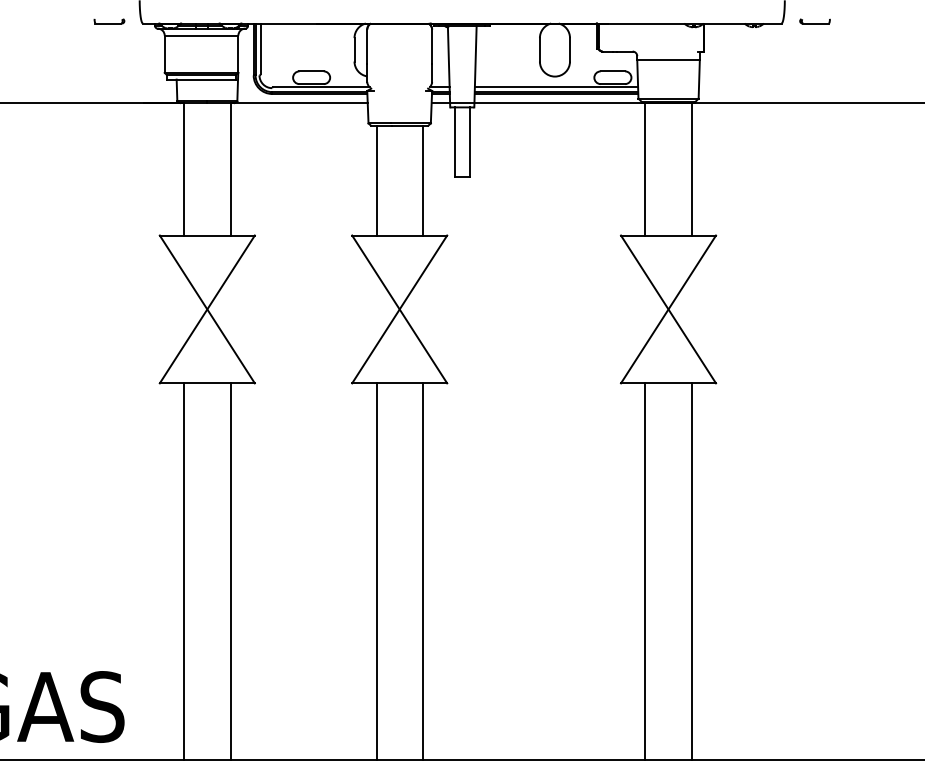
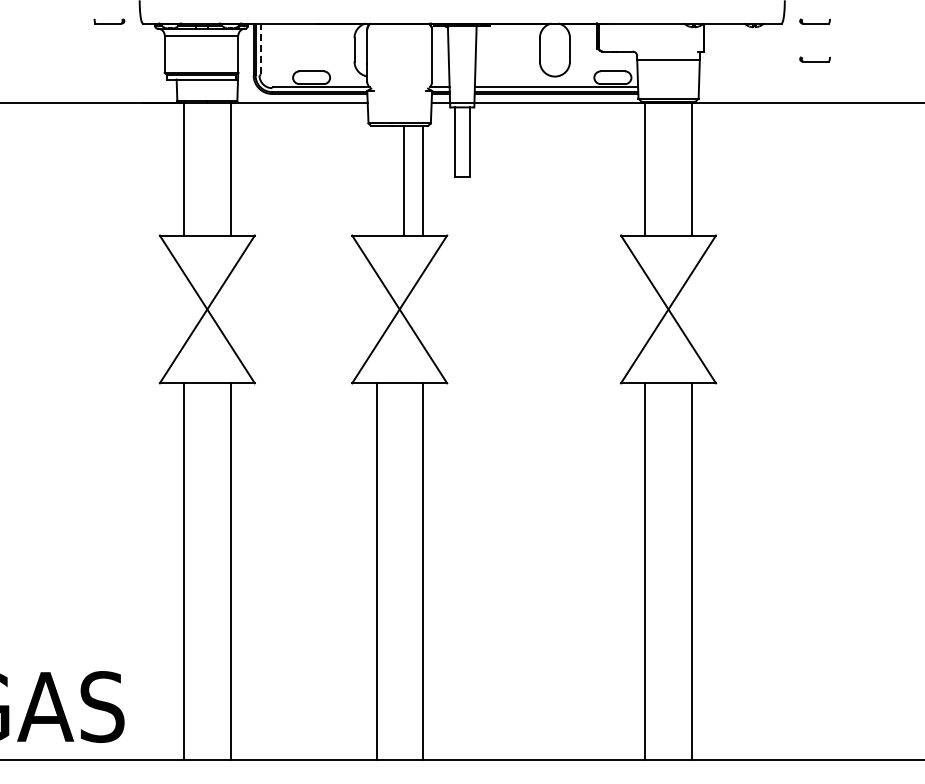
line at (260, 48): solid -> dashed
part at (814, 59): none -> present
line at (376, 180) position: (376, 180) -> (403, 180)
